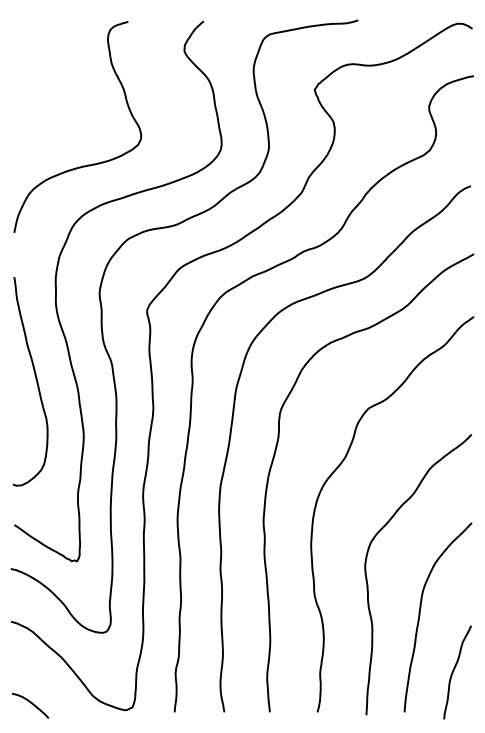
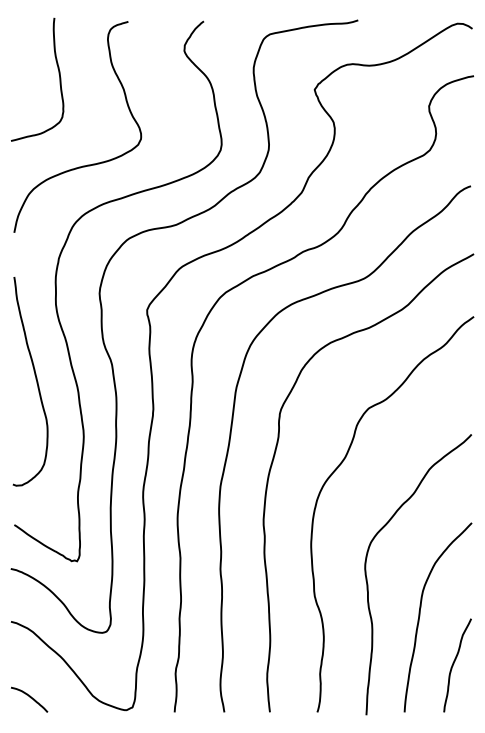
curve at (58, 74): none -> present
curve at (454, 670) position: (454, 670) -> (454, 663)
curve at (31, 704) position: (31, 704) -> (30, 698)
